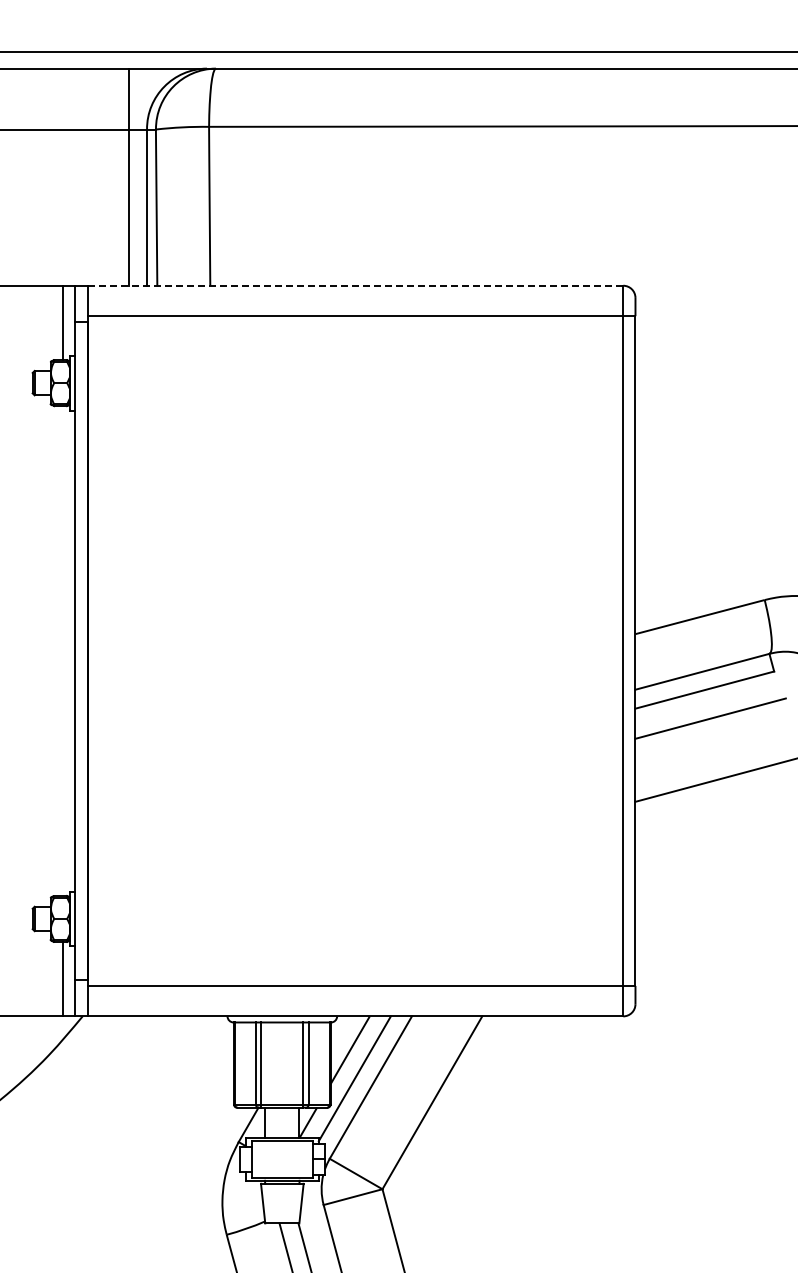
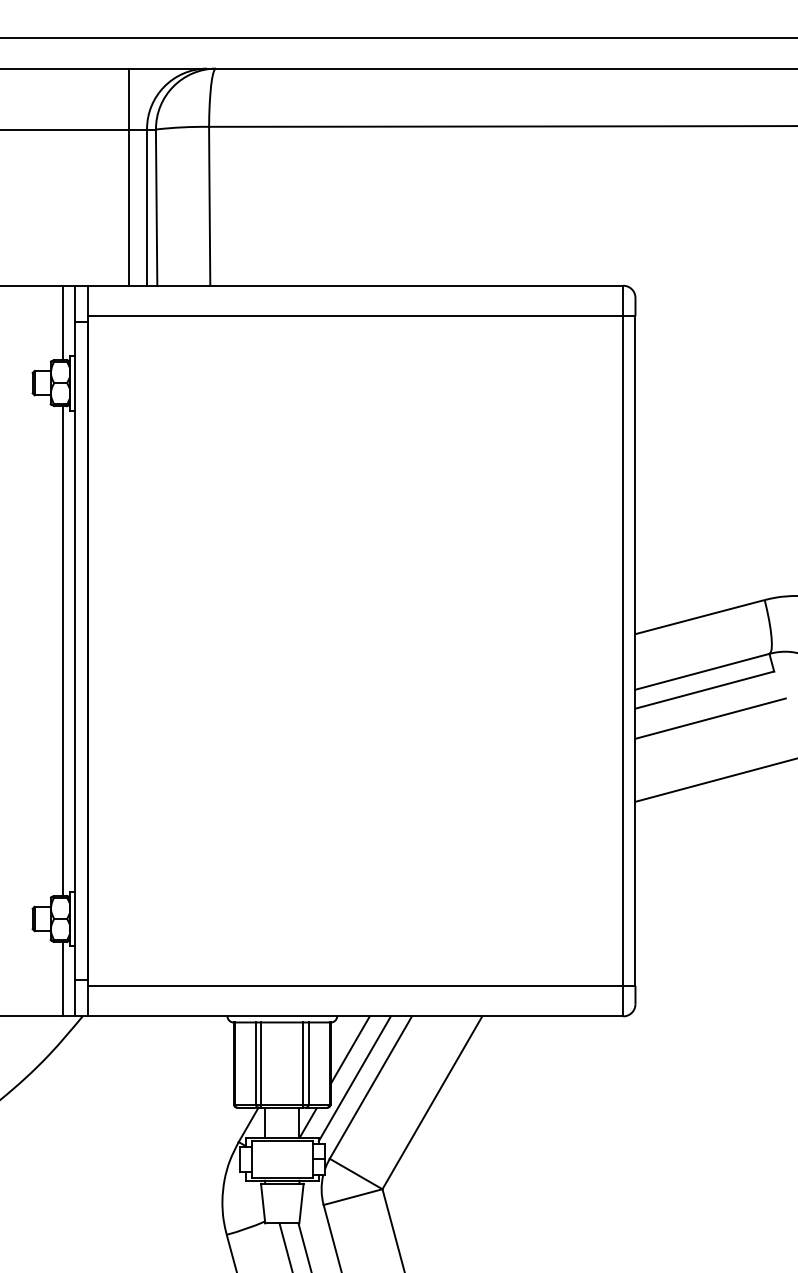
line at (398, 52) position: (398, 52) -> (398, 38)
line at (355, 285): dashed -> solid
line at (63, 650): none -> present
